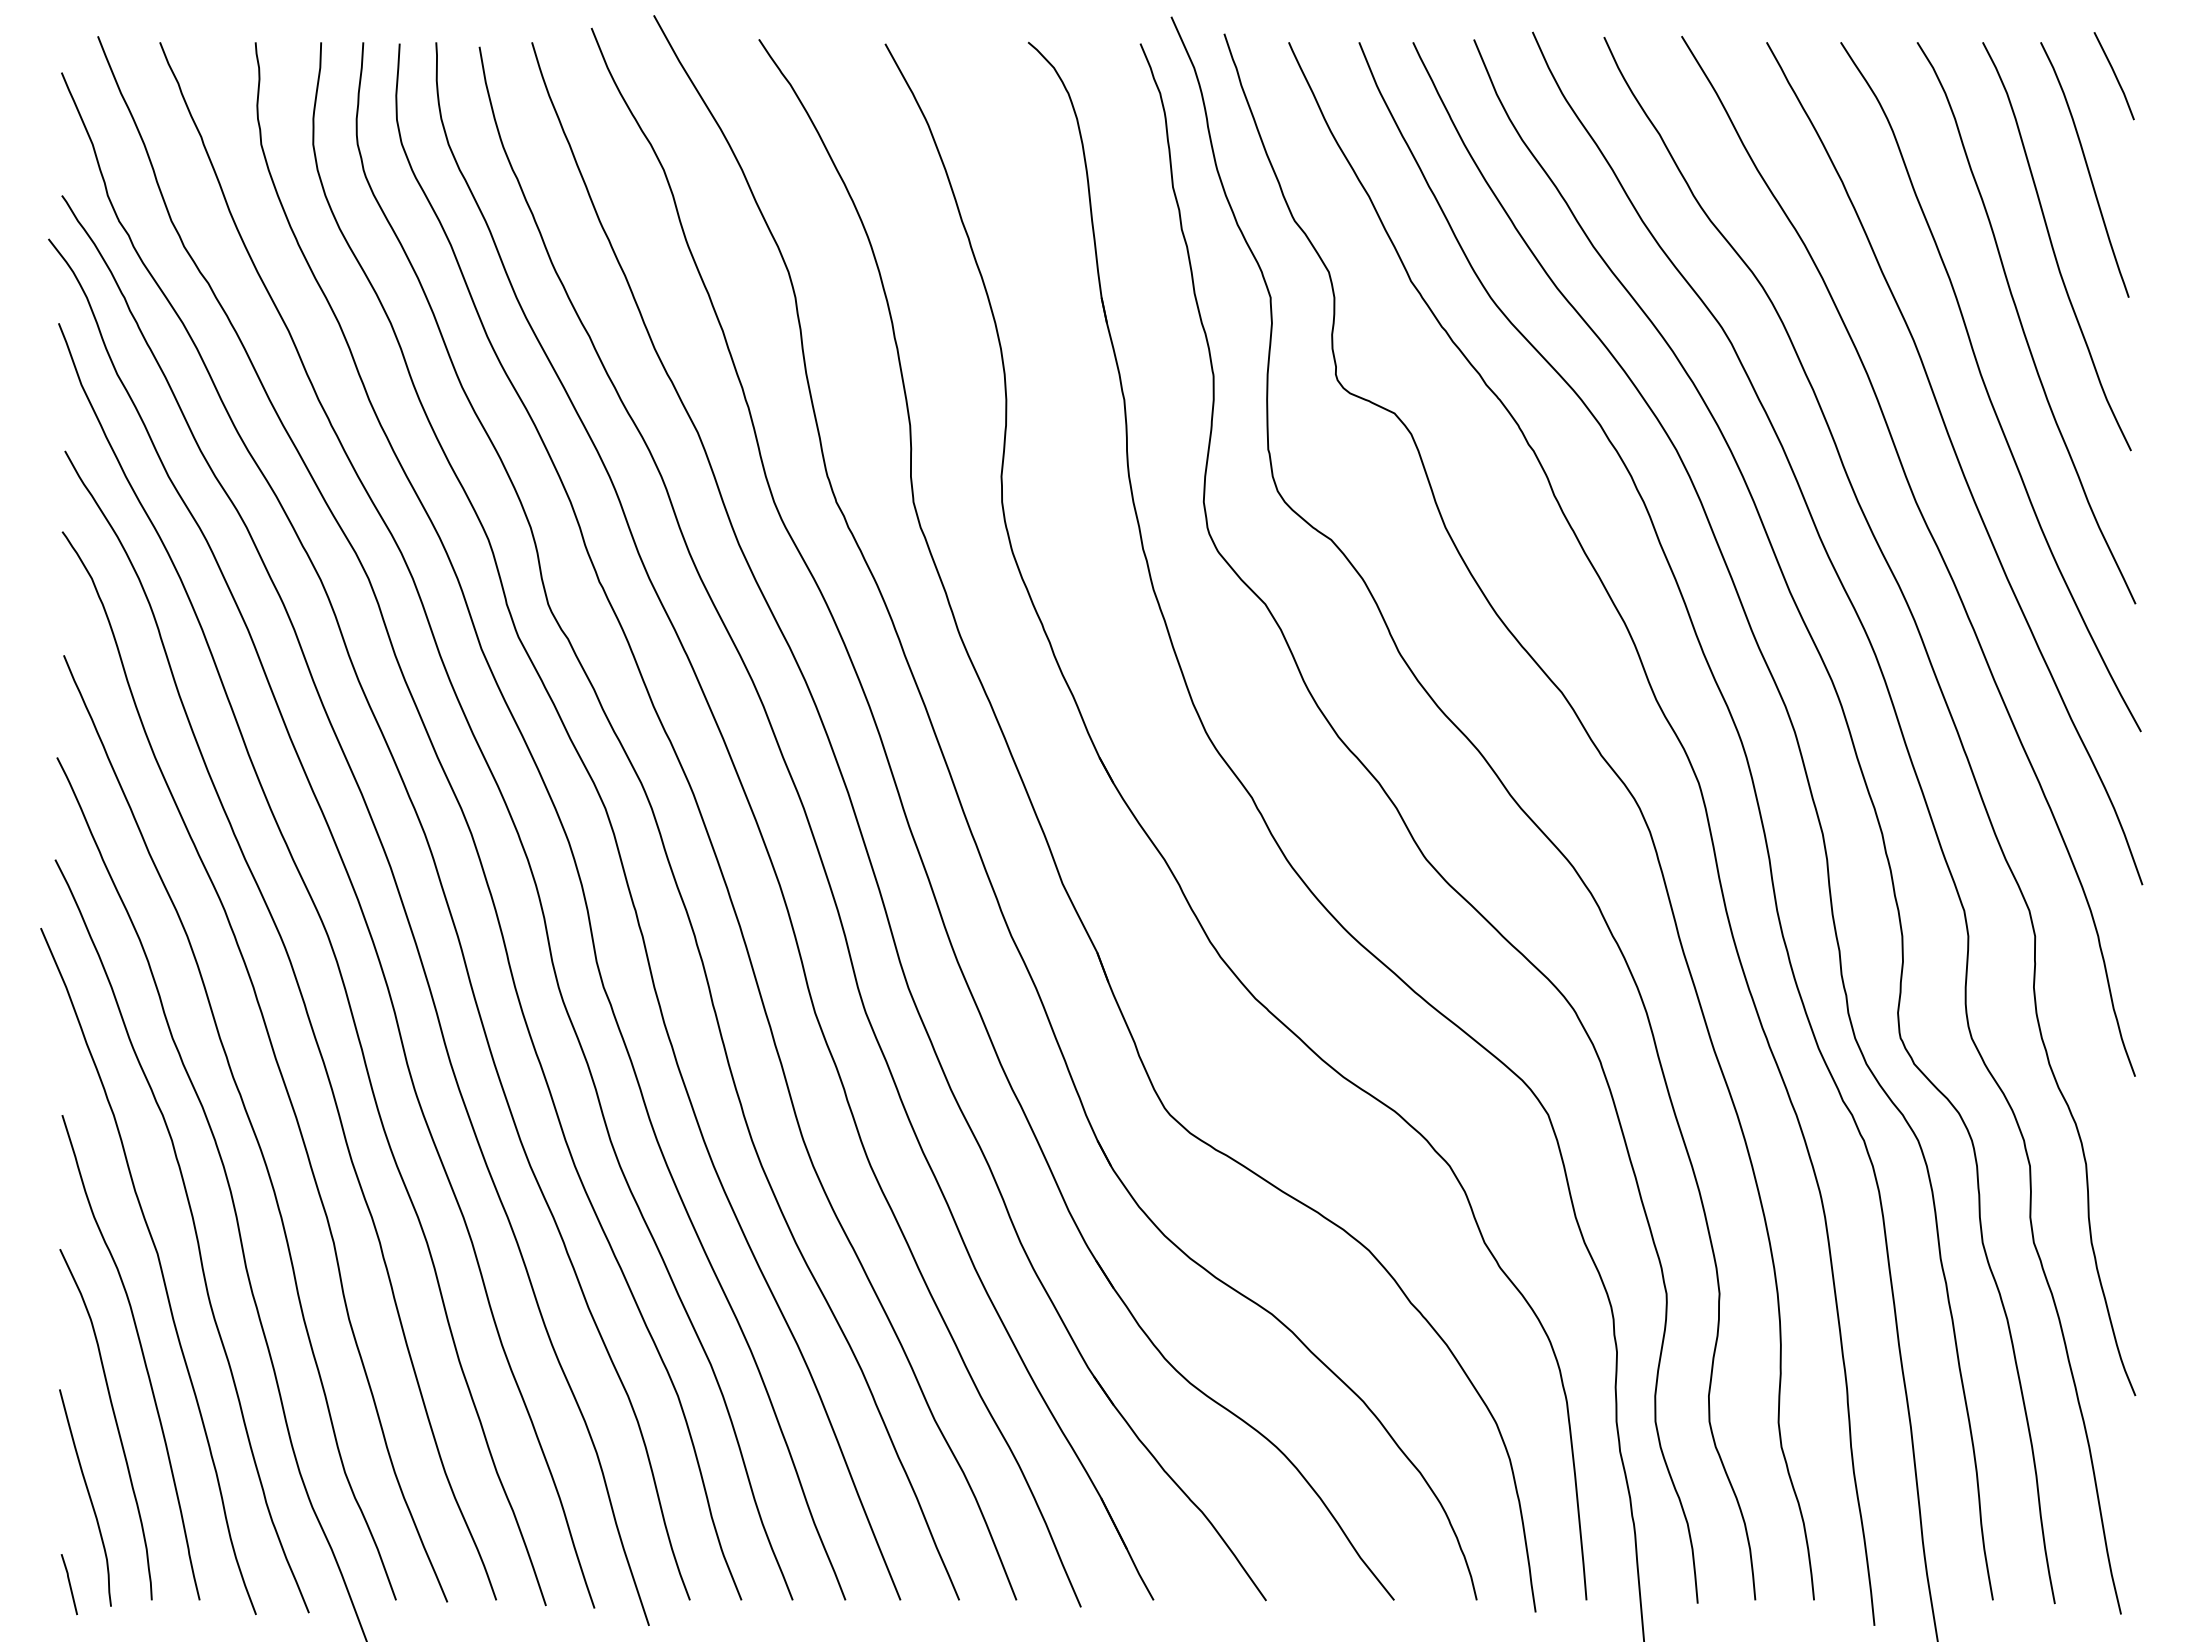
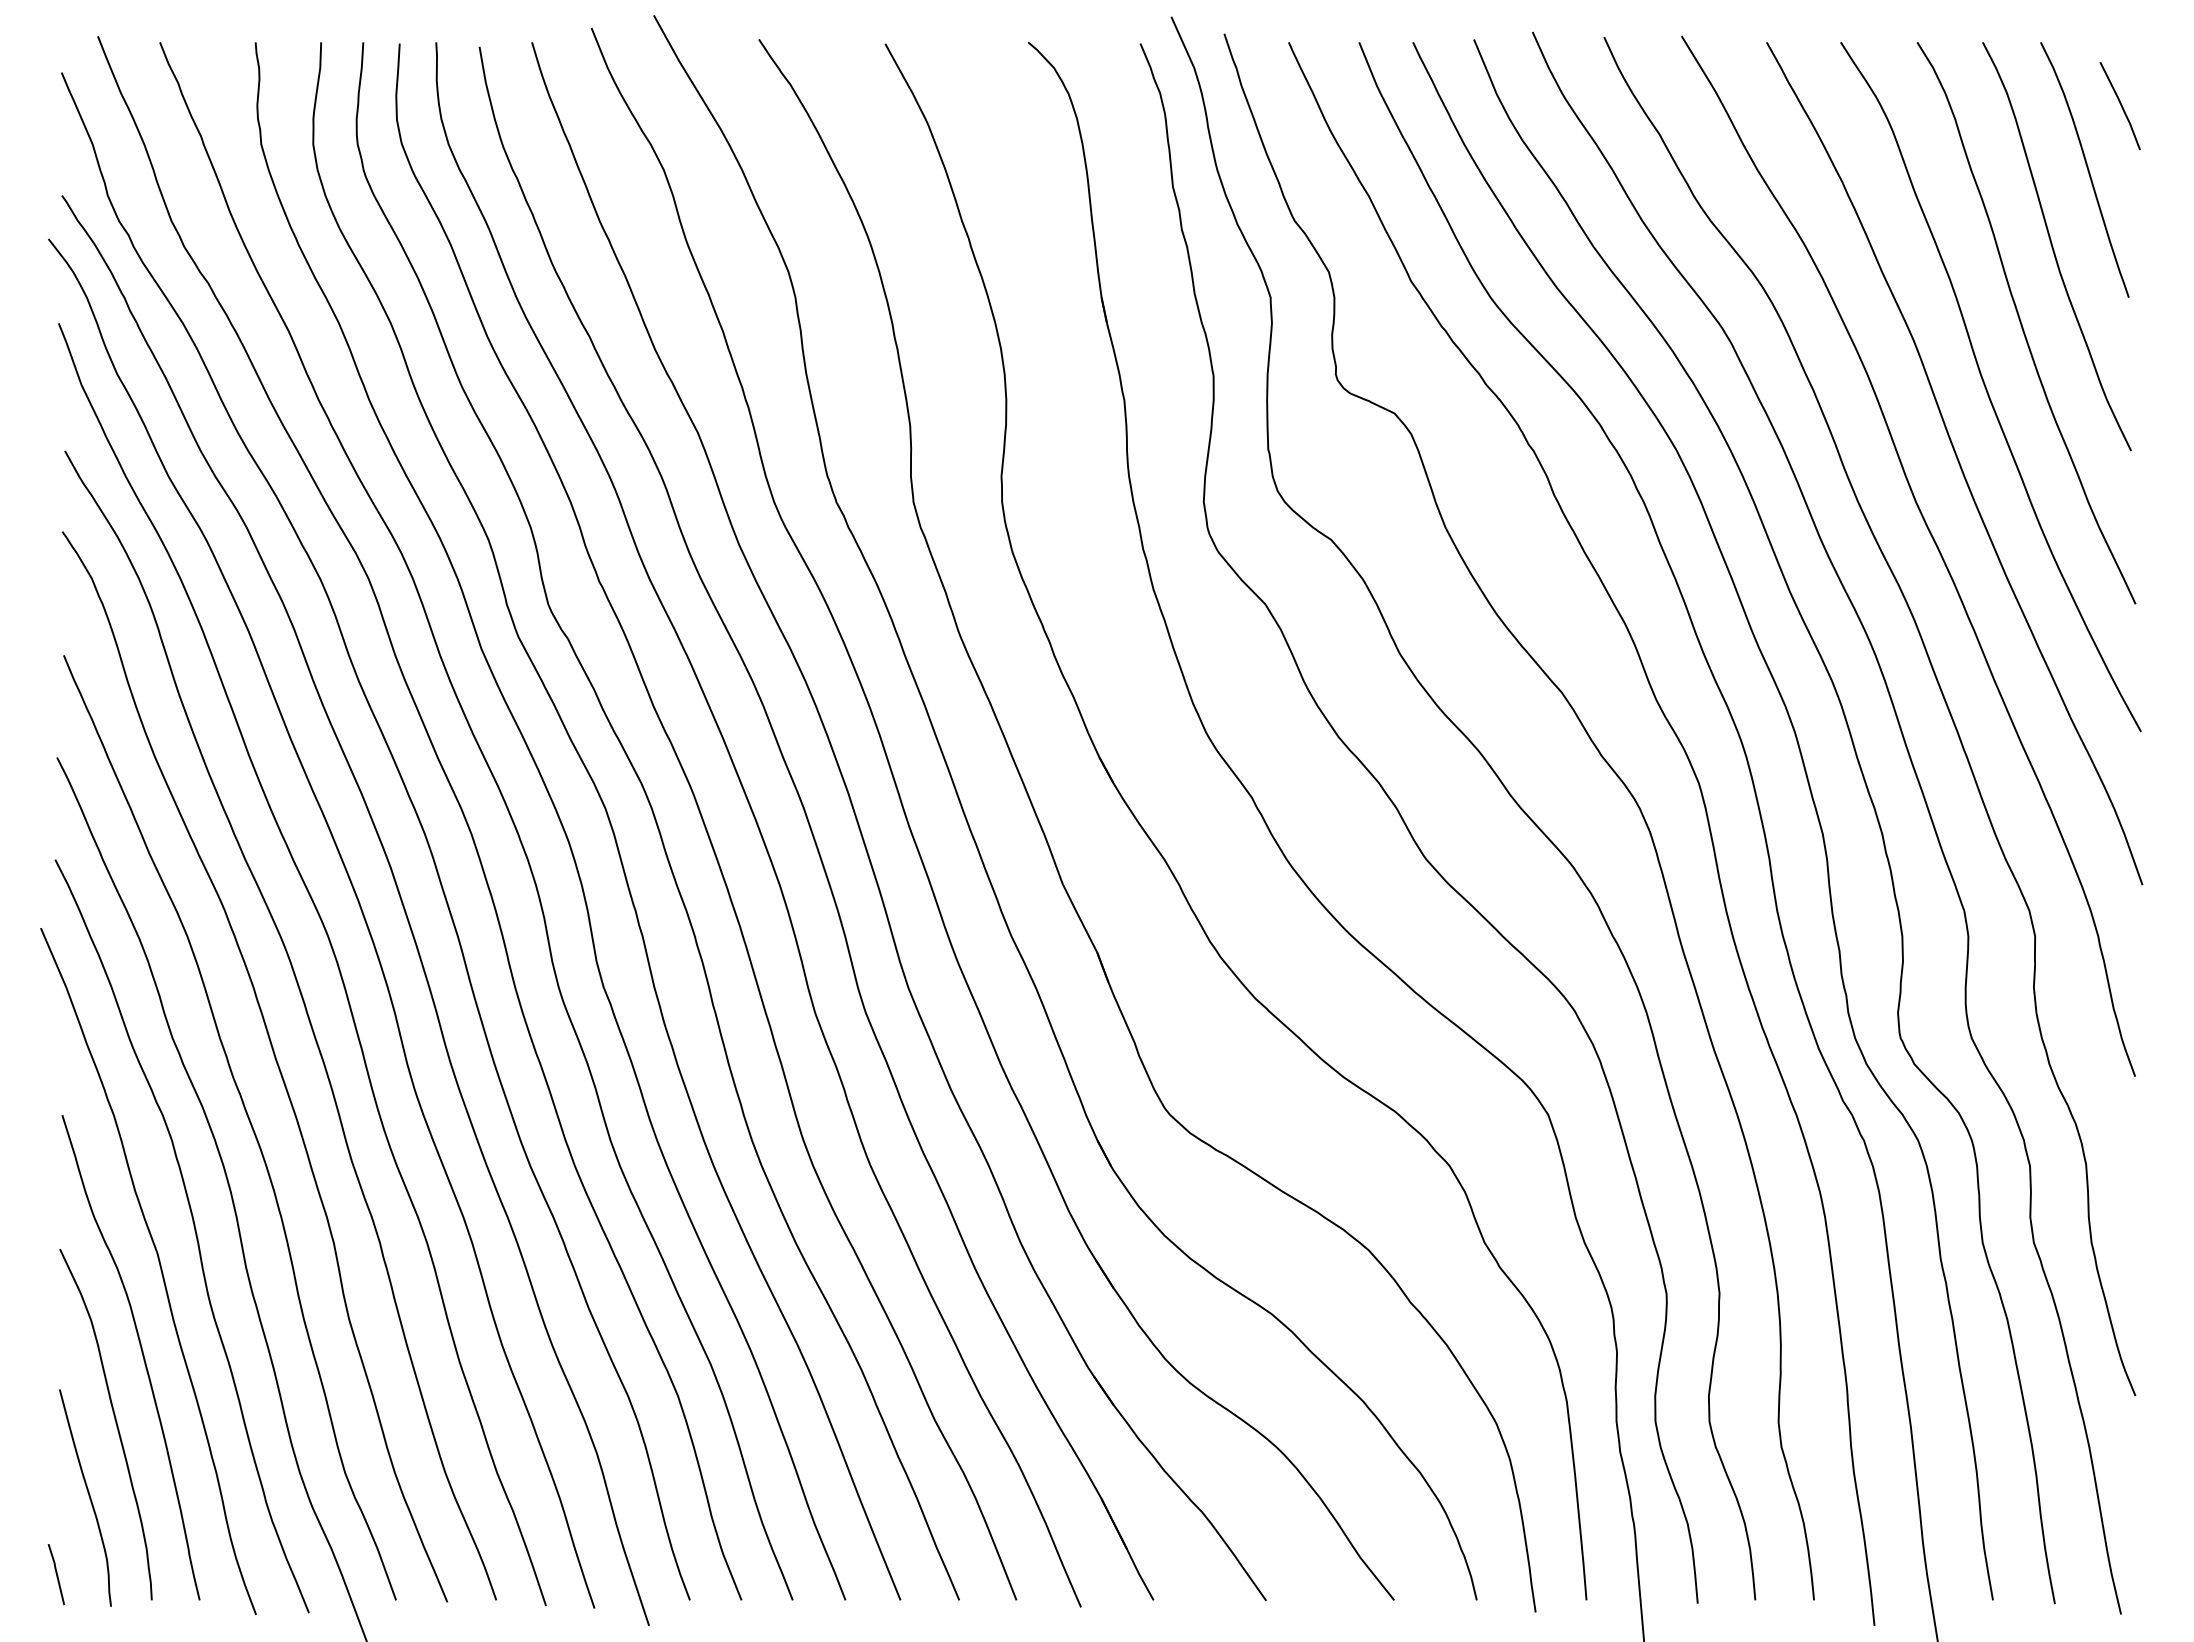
line at (2114, 75) position: (2114, 75) -> (2120, 105)
line at (68, 1583) position: (68, 1583) -> (55, 1573)
